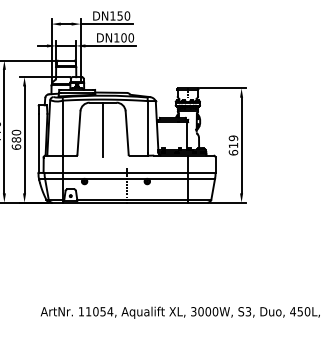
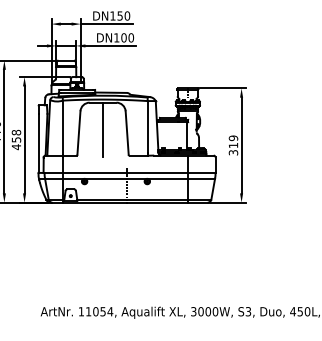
text at (16, 139): 680 -> 458
text at (233, 152): 619 -> 319
